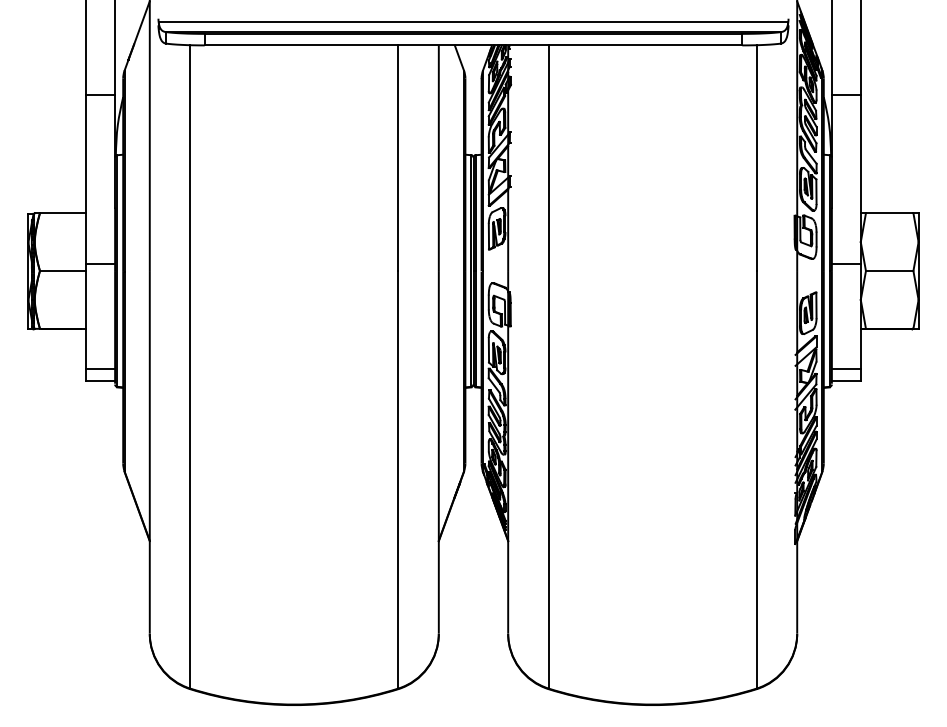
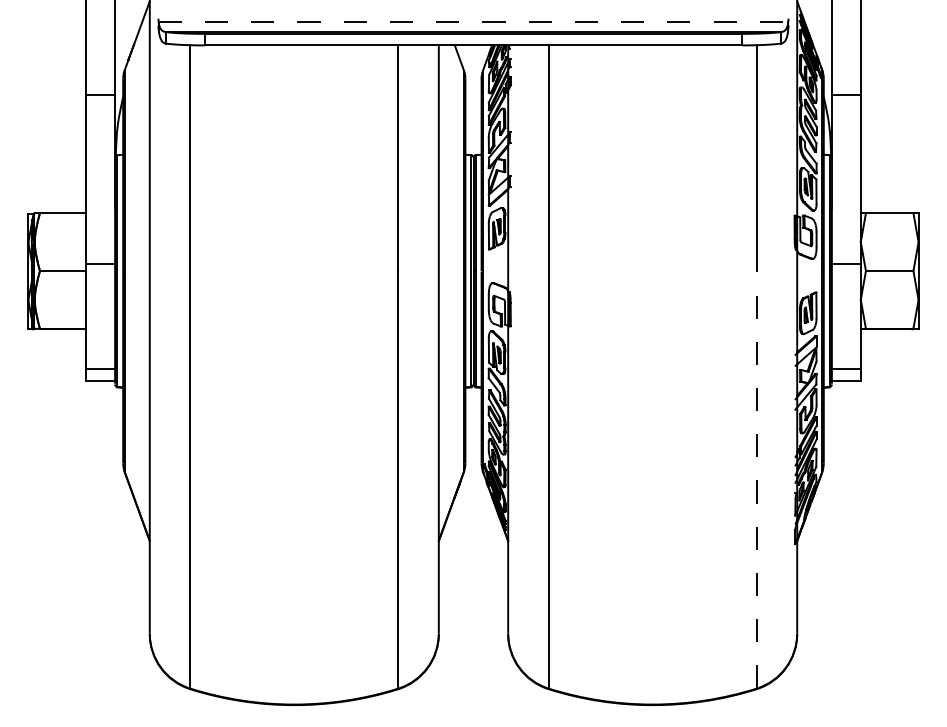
line at (473, 22): solid -> dashed
line at (756, 479): solid -> dashed
